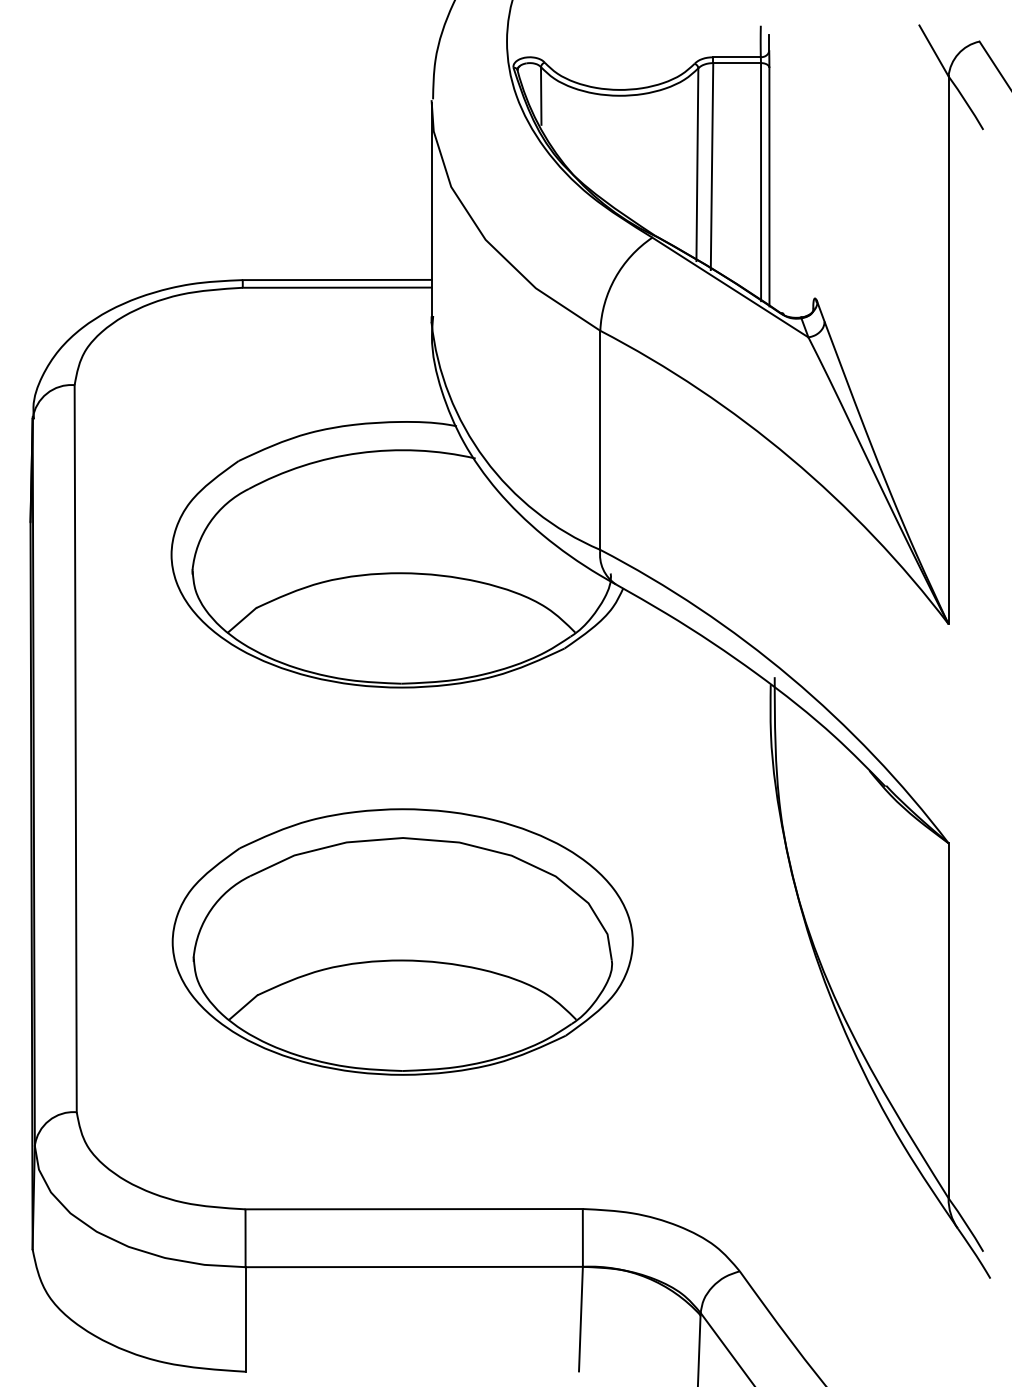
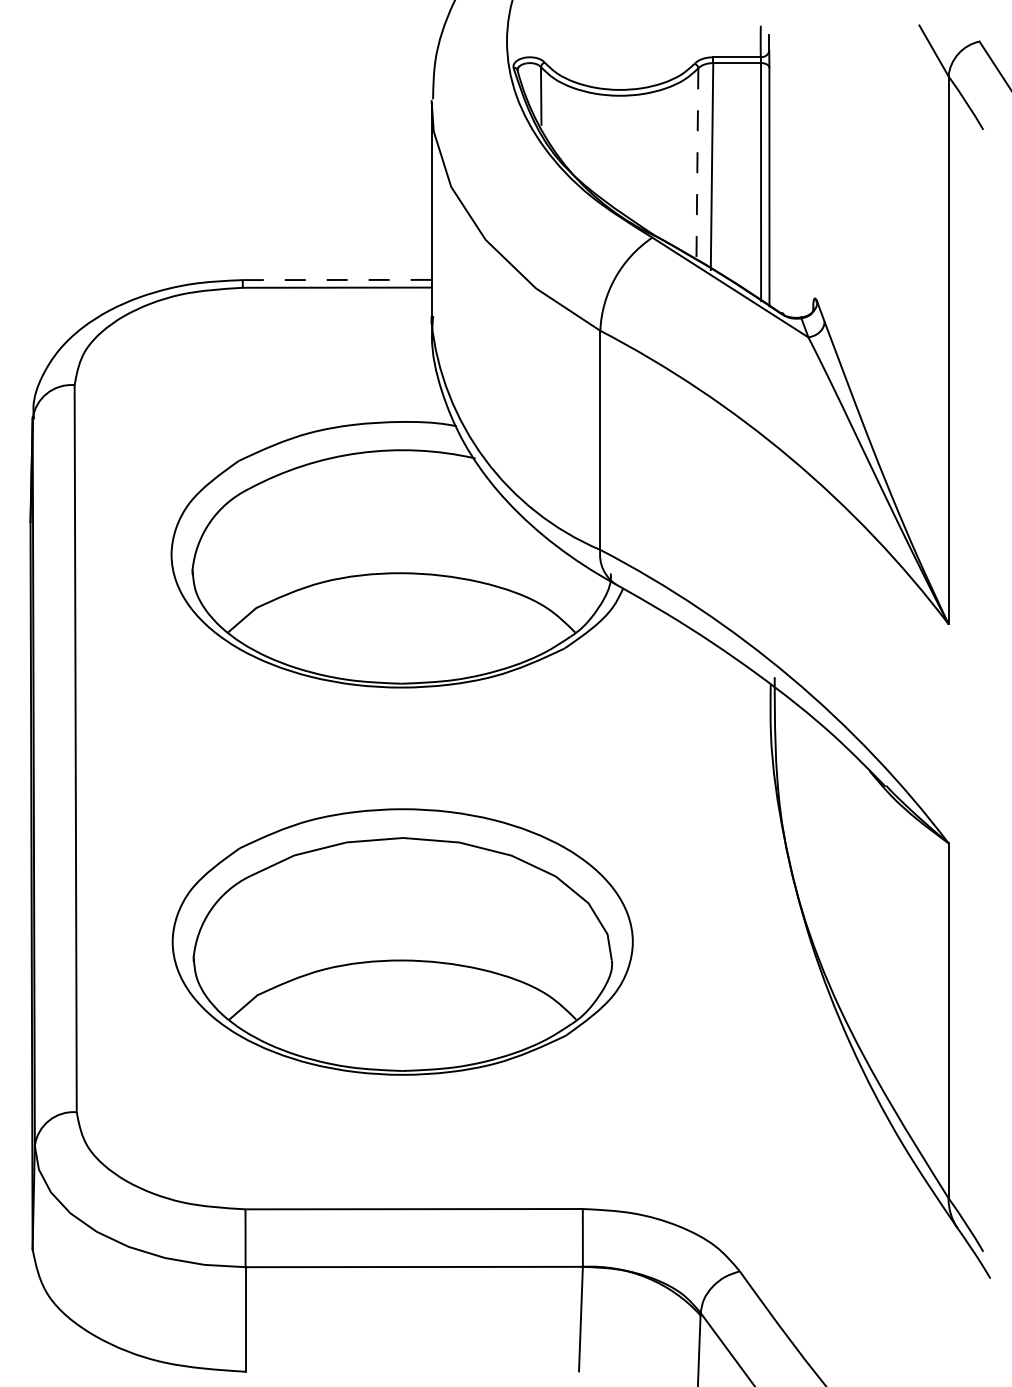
line at (697, 165): solid -> dashed
line at (336, 280): solid -> dashed
